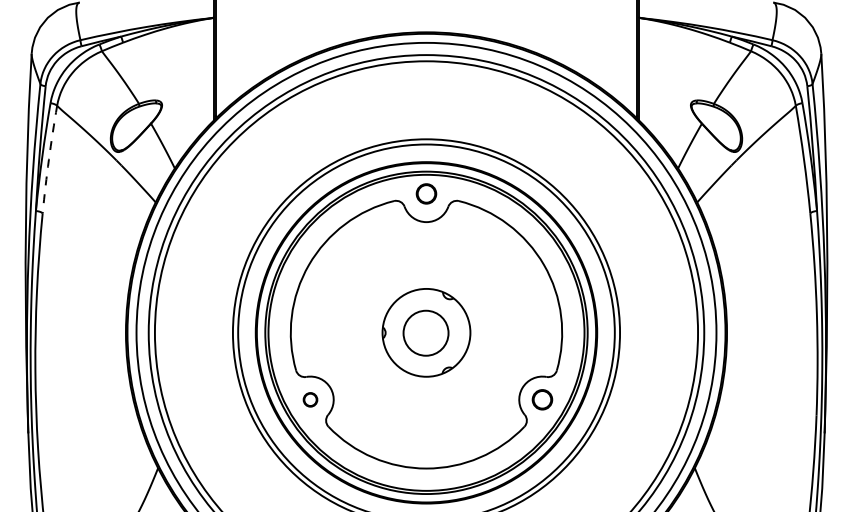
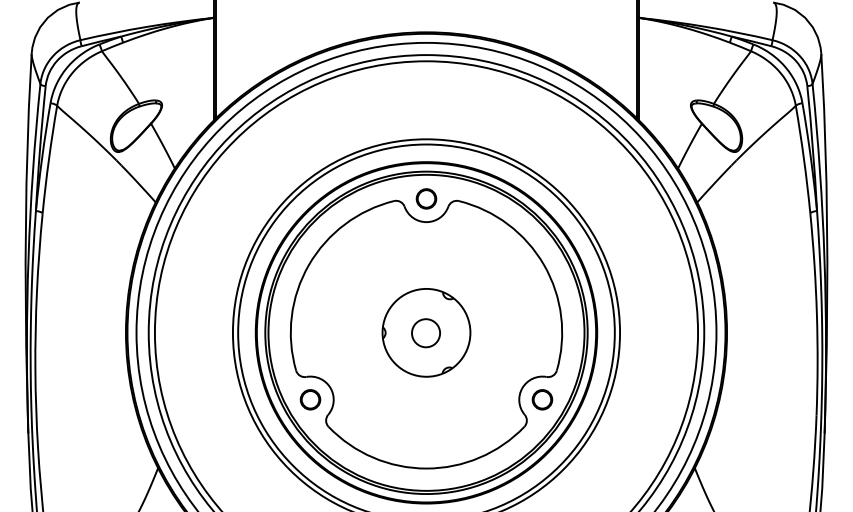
arc at (48, 159): dashed -> solid
part at (426, 193) position: (426, 193) -> (426, 198)
circle at (425, 332) diameter: 45 px -> 28 px
part at (310, 399) size: 17x16 px -> 23x22 px
